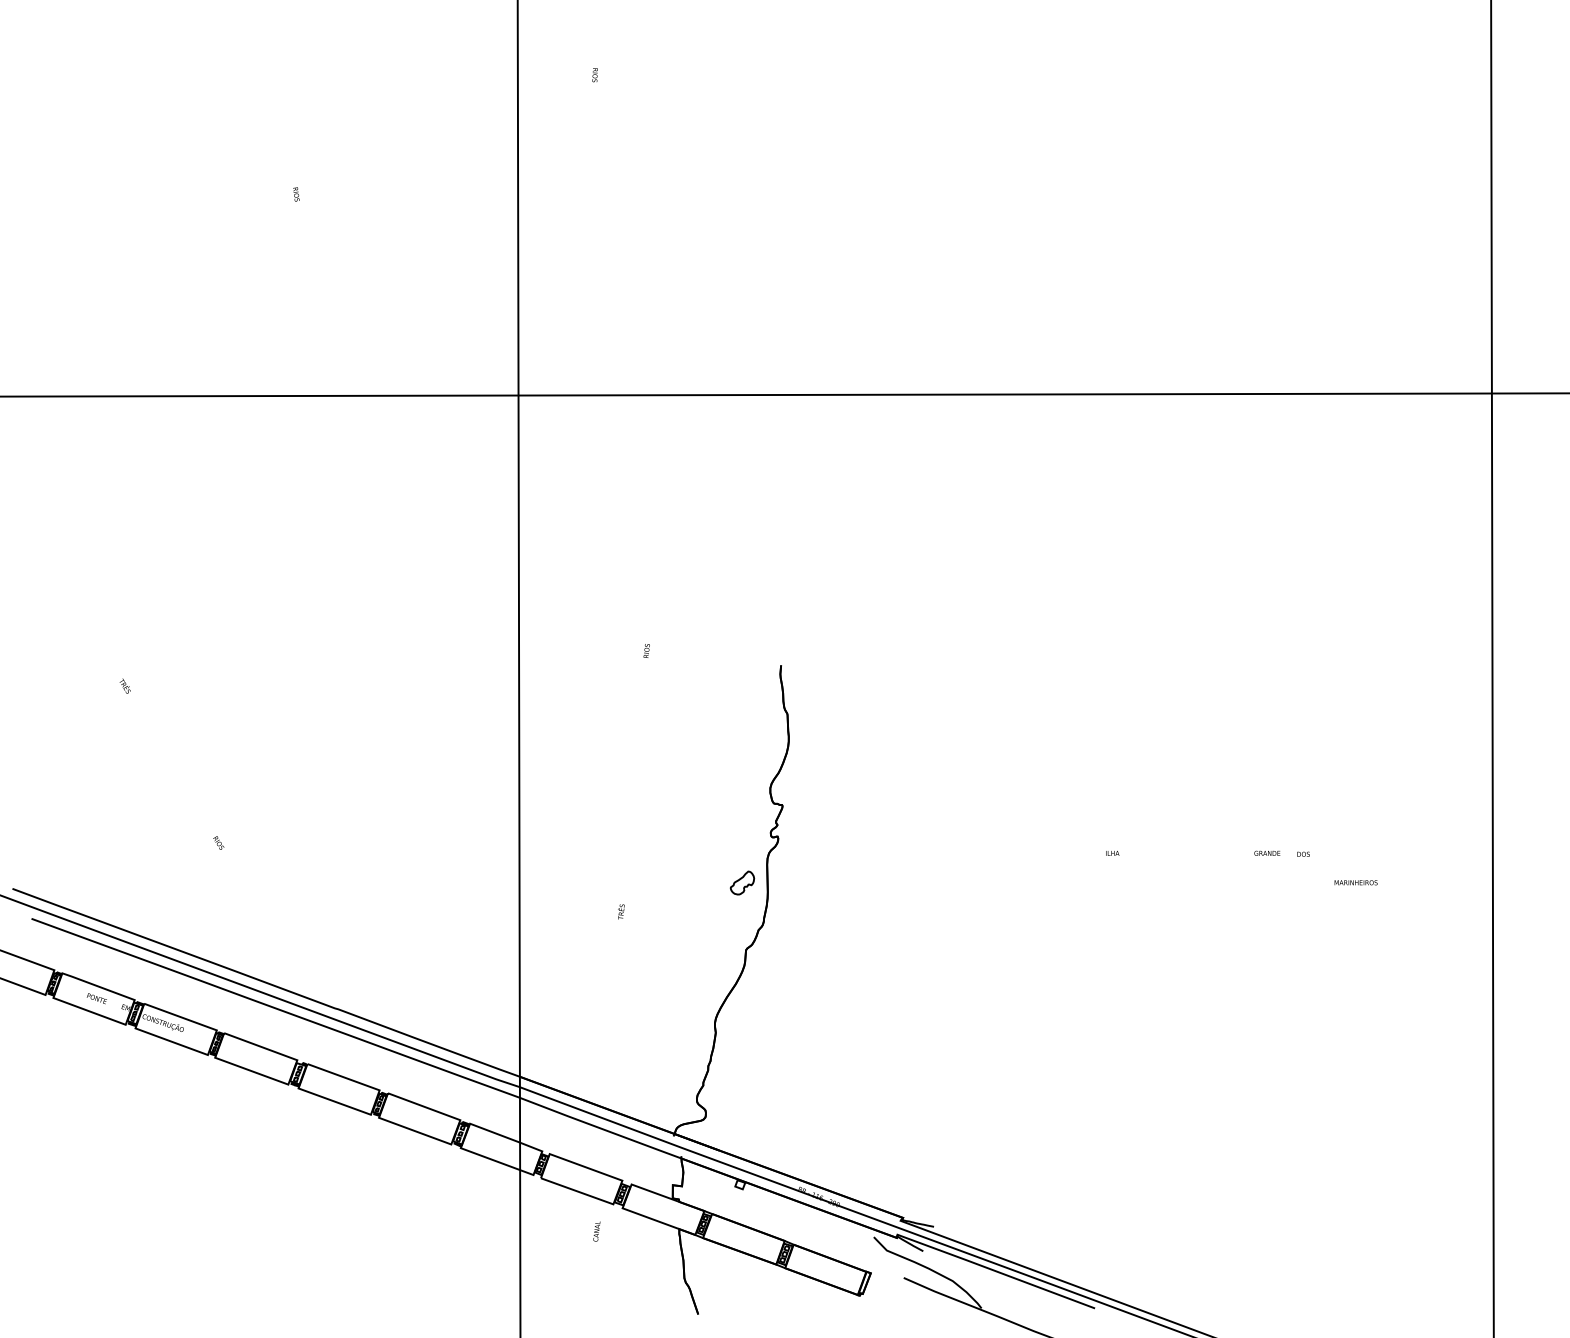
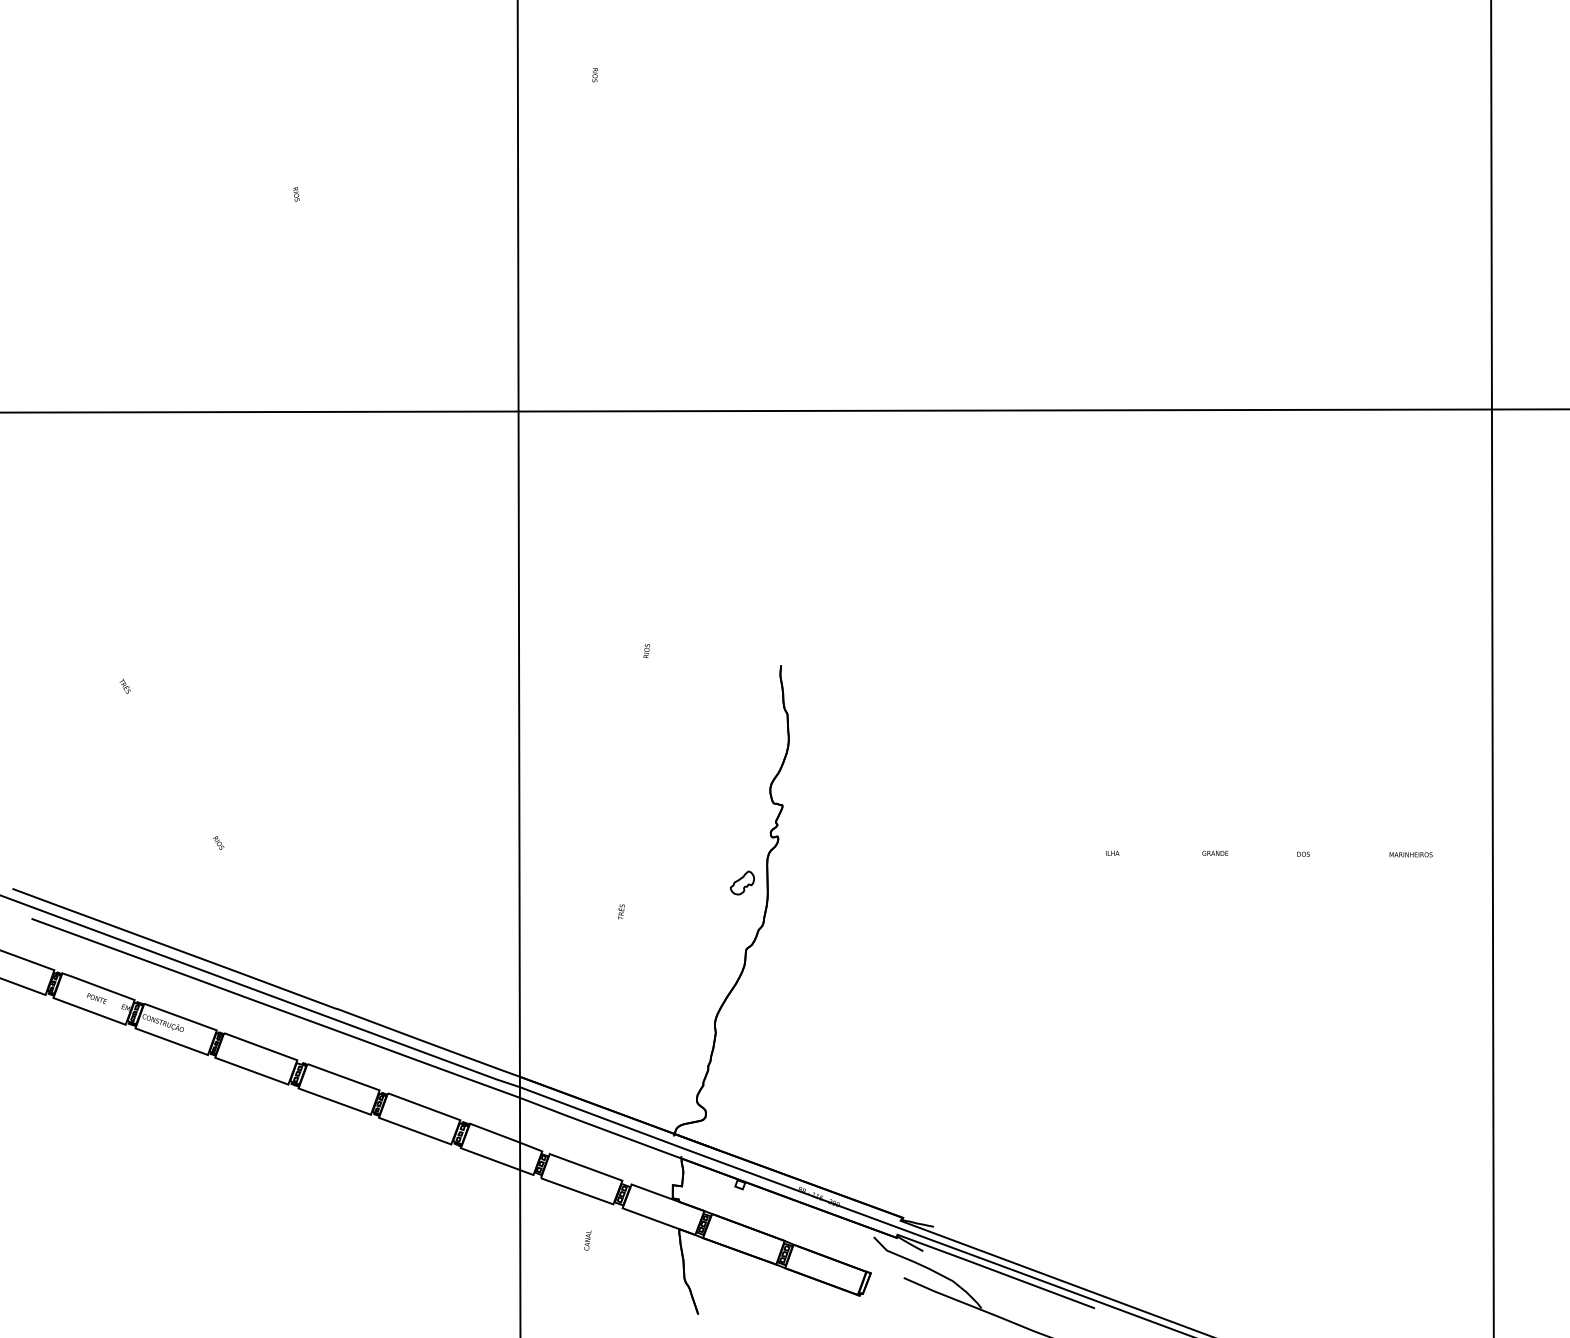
line at (784, 394) position: (784, 394) -> (784, 410)
text at (1267, 852) position: (1267, 852) -> (1215, 852)
text at (1355, 882) position: (1355, 882) -> (1410, 854)
text at (596, 1231) position: (596, 1231) -> (587, 1240)
